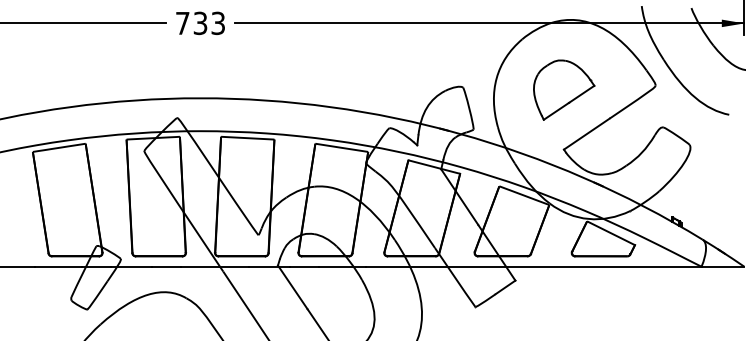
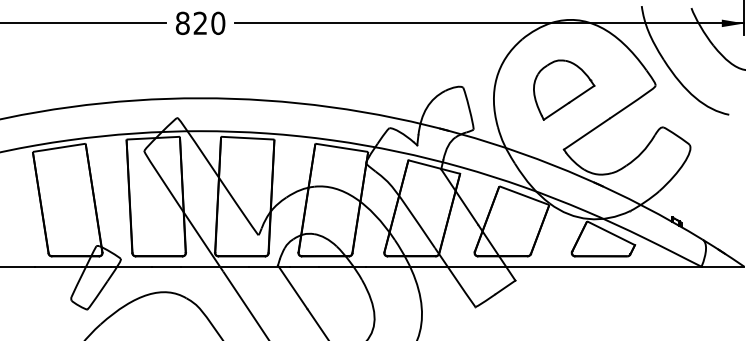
text at (200, 23): 733 -> 820
